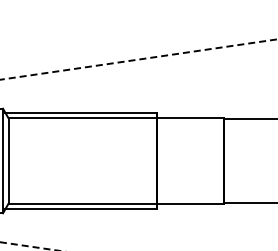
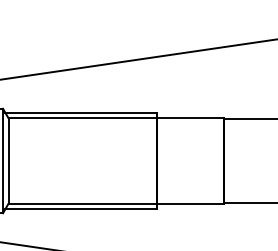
line at (139, 59): dashed -> solid
line at (30, 246): dashed -> solid
